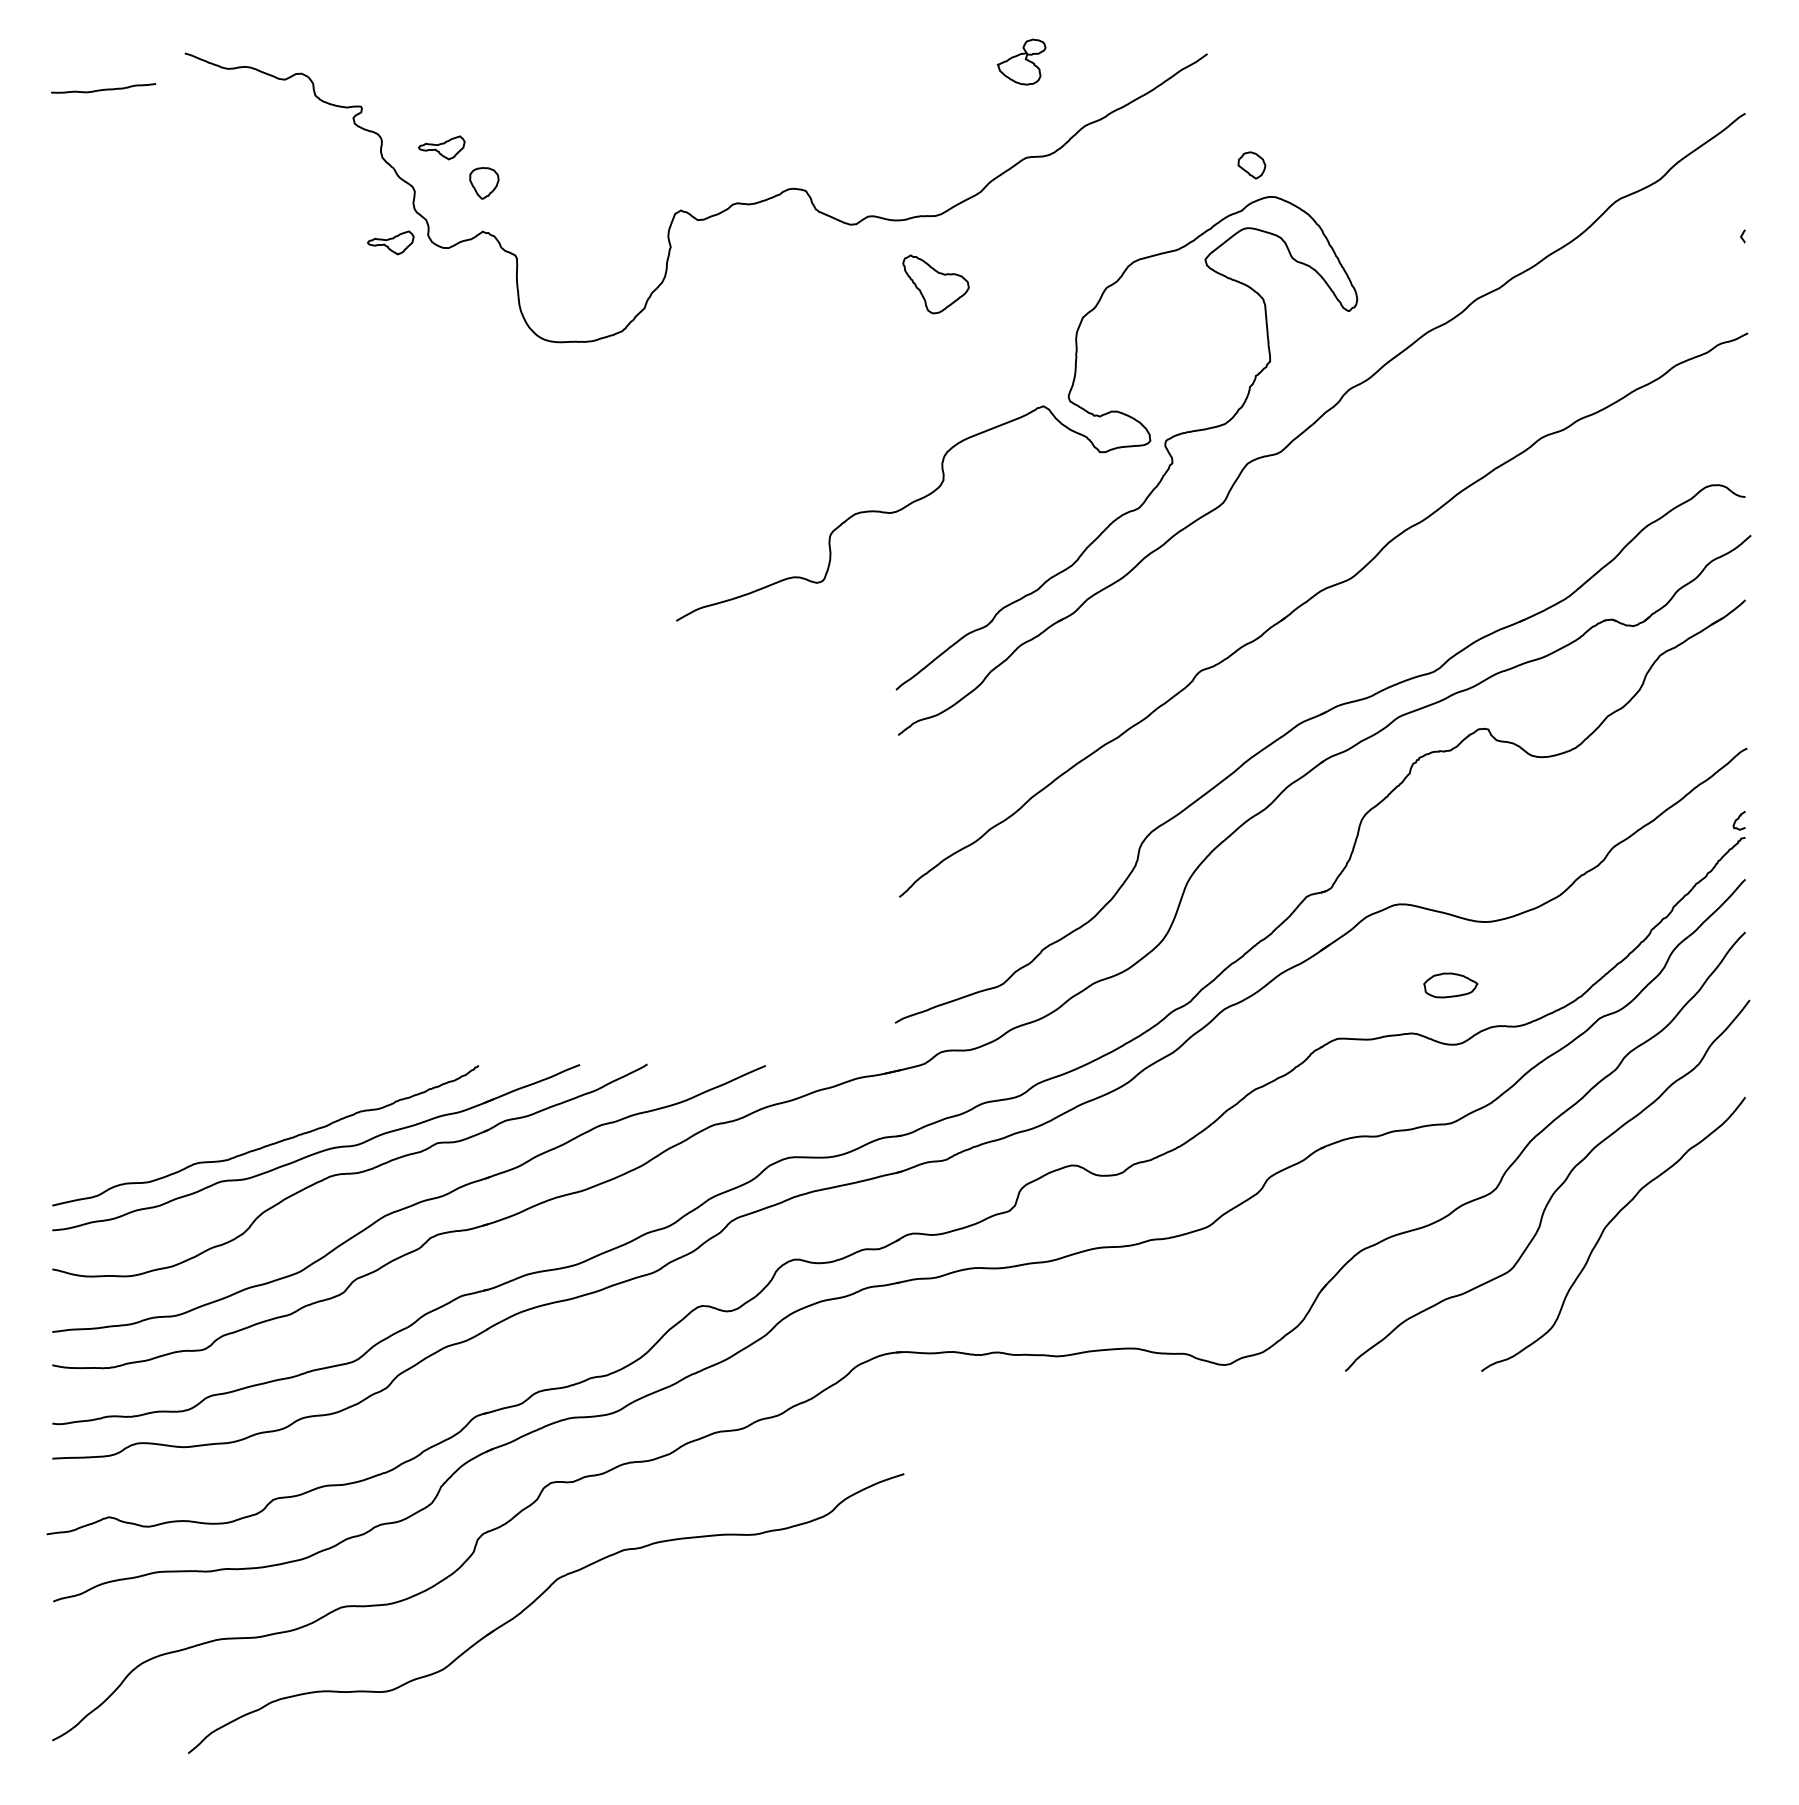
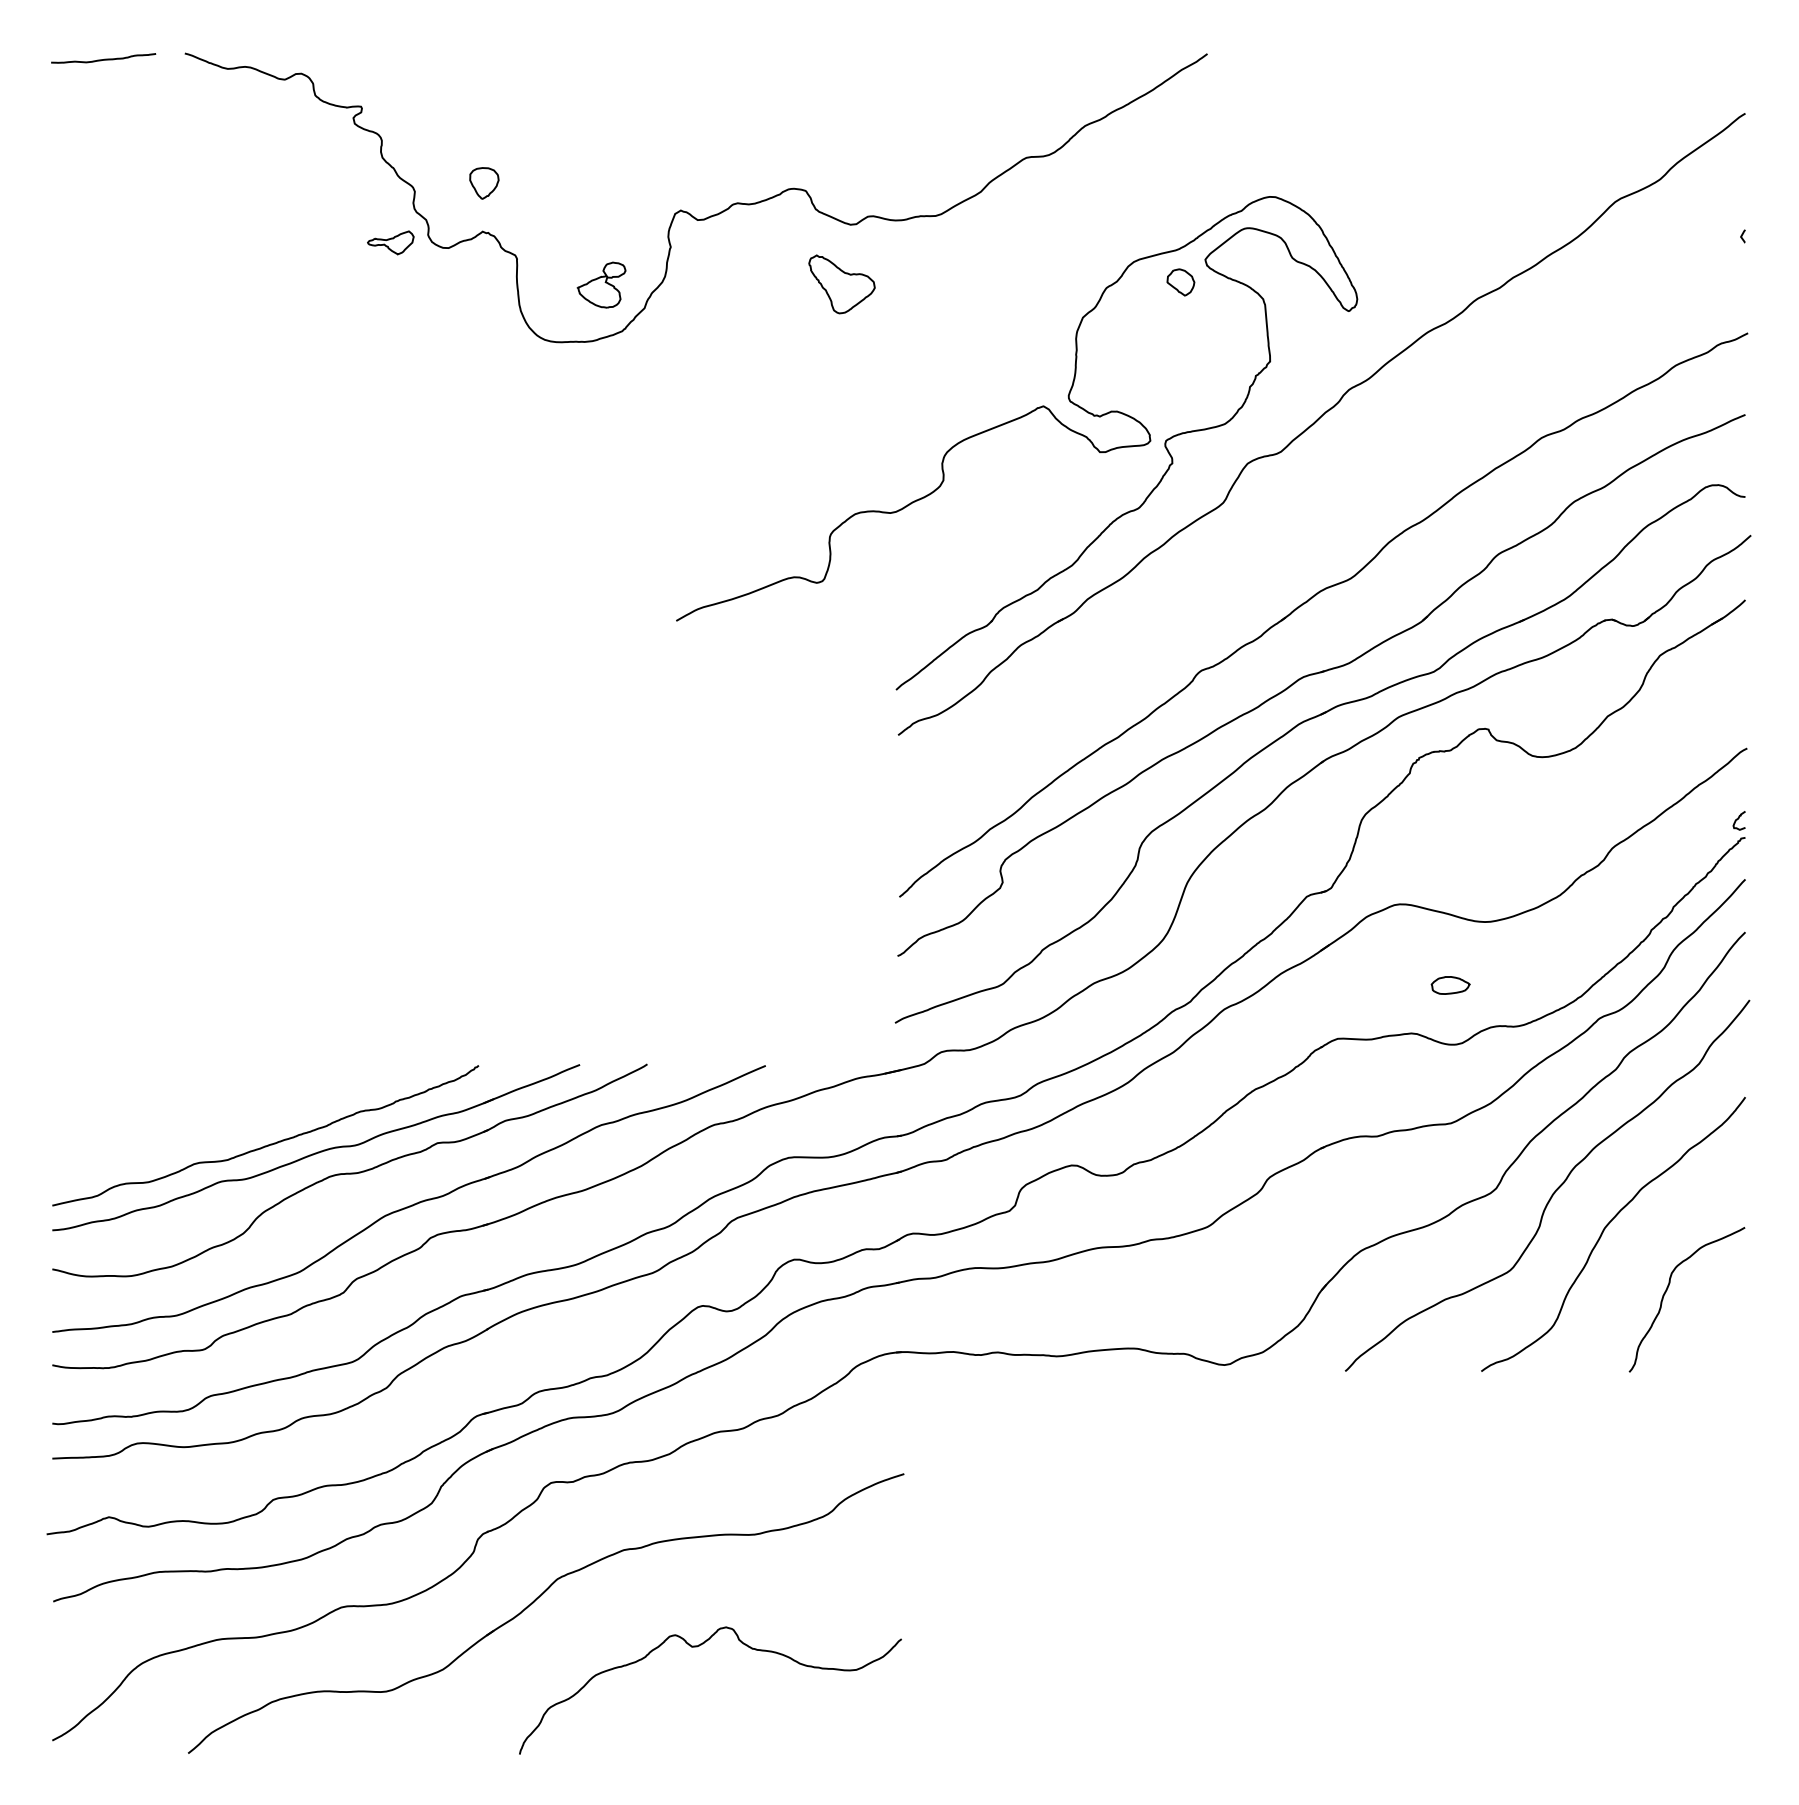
part at (1021, 61) position: (1021, 61) -> (601, 284)
curve at (104, 88) position: (104, 88) -> (104, 58)
part at (441, 147): present -> none
part at (1251, 165) position: (1251, 165) -> (1180, 282)
part at (935, 284) position: (935, 284) -> (841, 284)
part at (1317, 674): none -> present
part at (1450, 985) size: 56x27 px -> 41x19 px
curve at (1667, 1290): none -> present
curve at (697, 1647): none -> present
